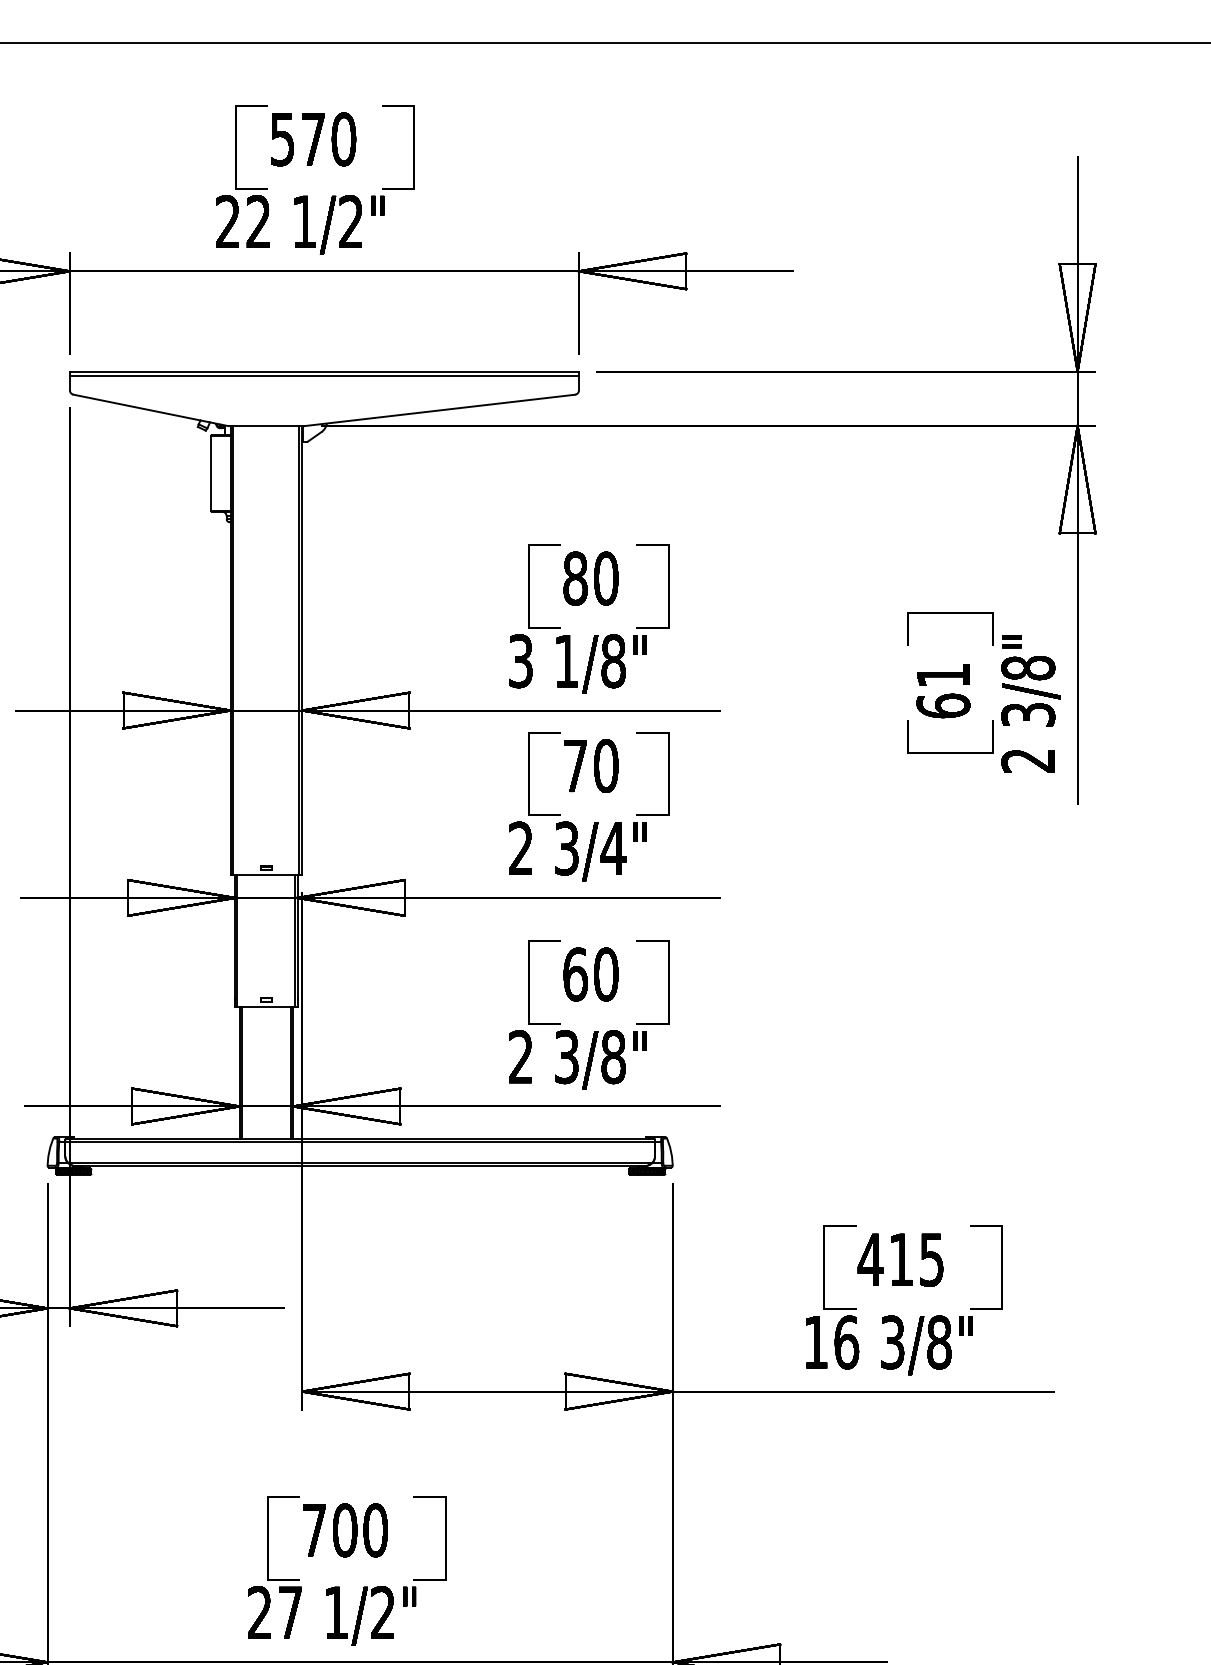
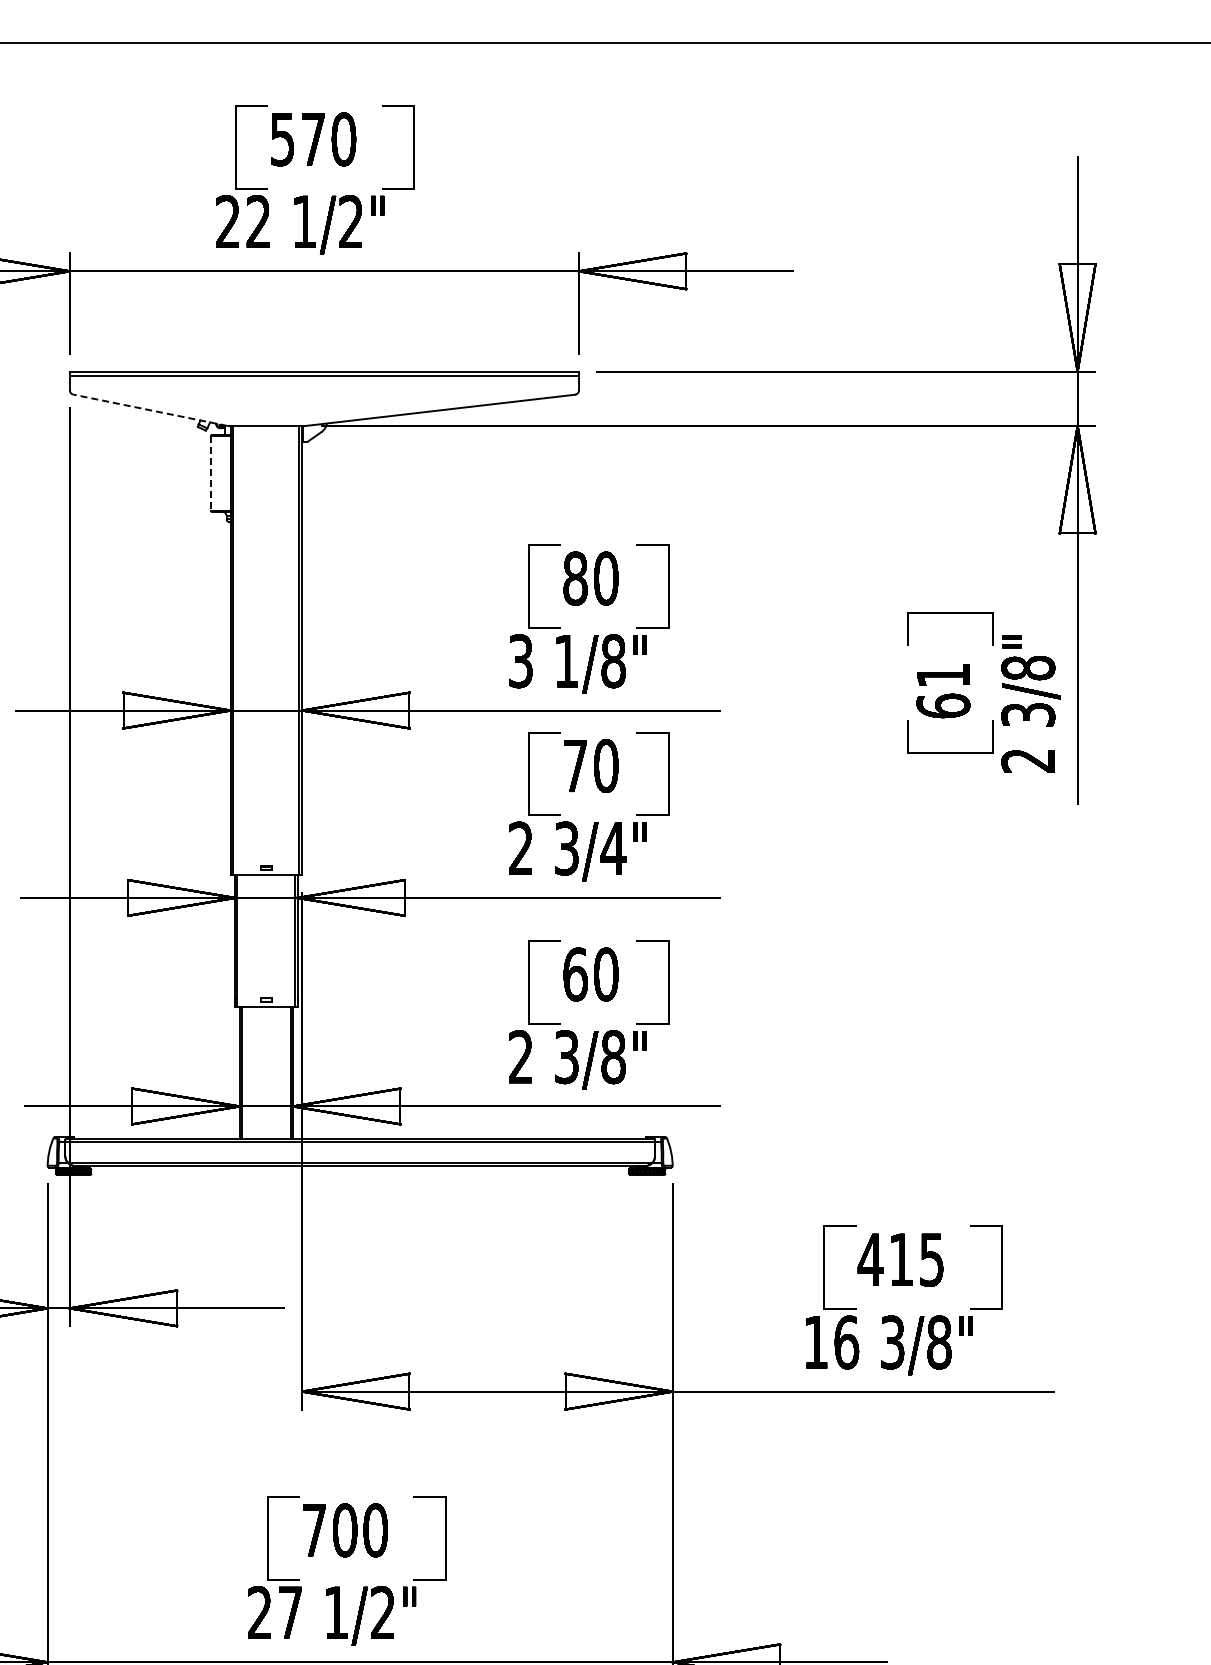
line at (150, 410): solid -> dashed
line at (211, 473): solid -> dashed
